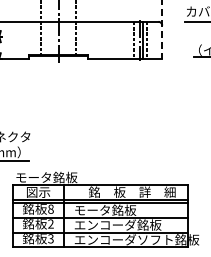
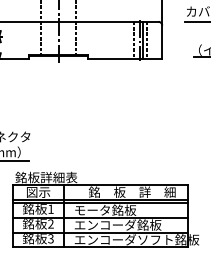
line at (162, 29): dashed -> solid
text at (46, 177): モータ銘板 -> 銘板詳細表
text at (50, 208): 8 -> 1
